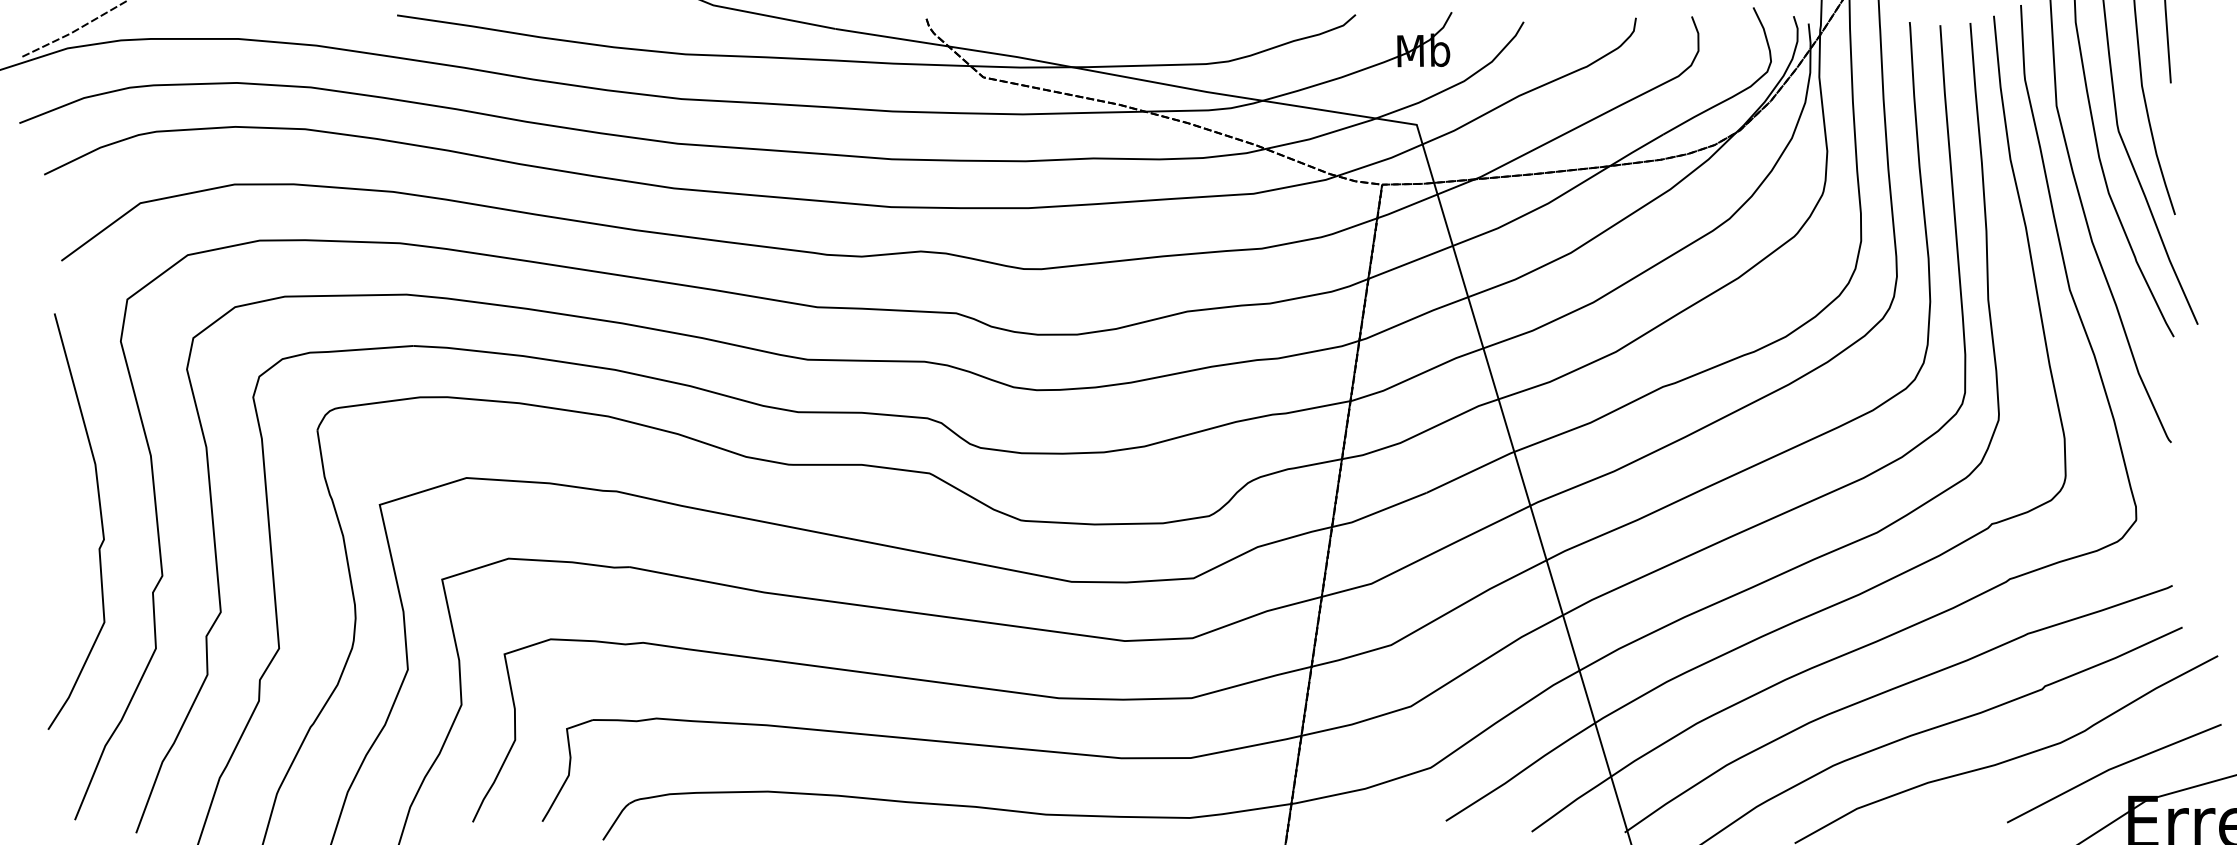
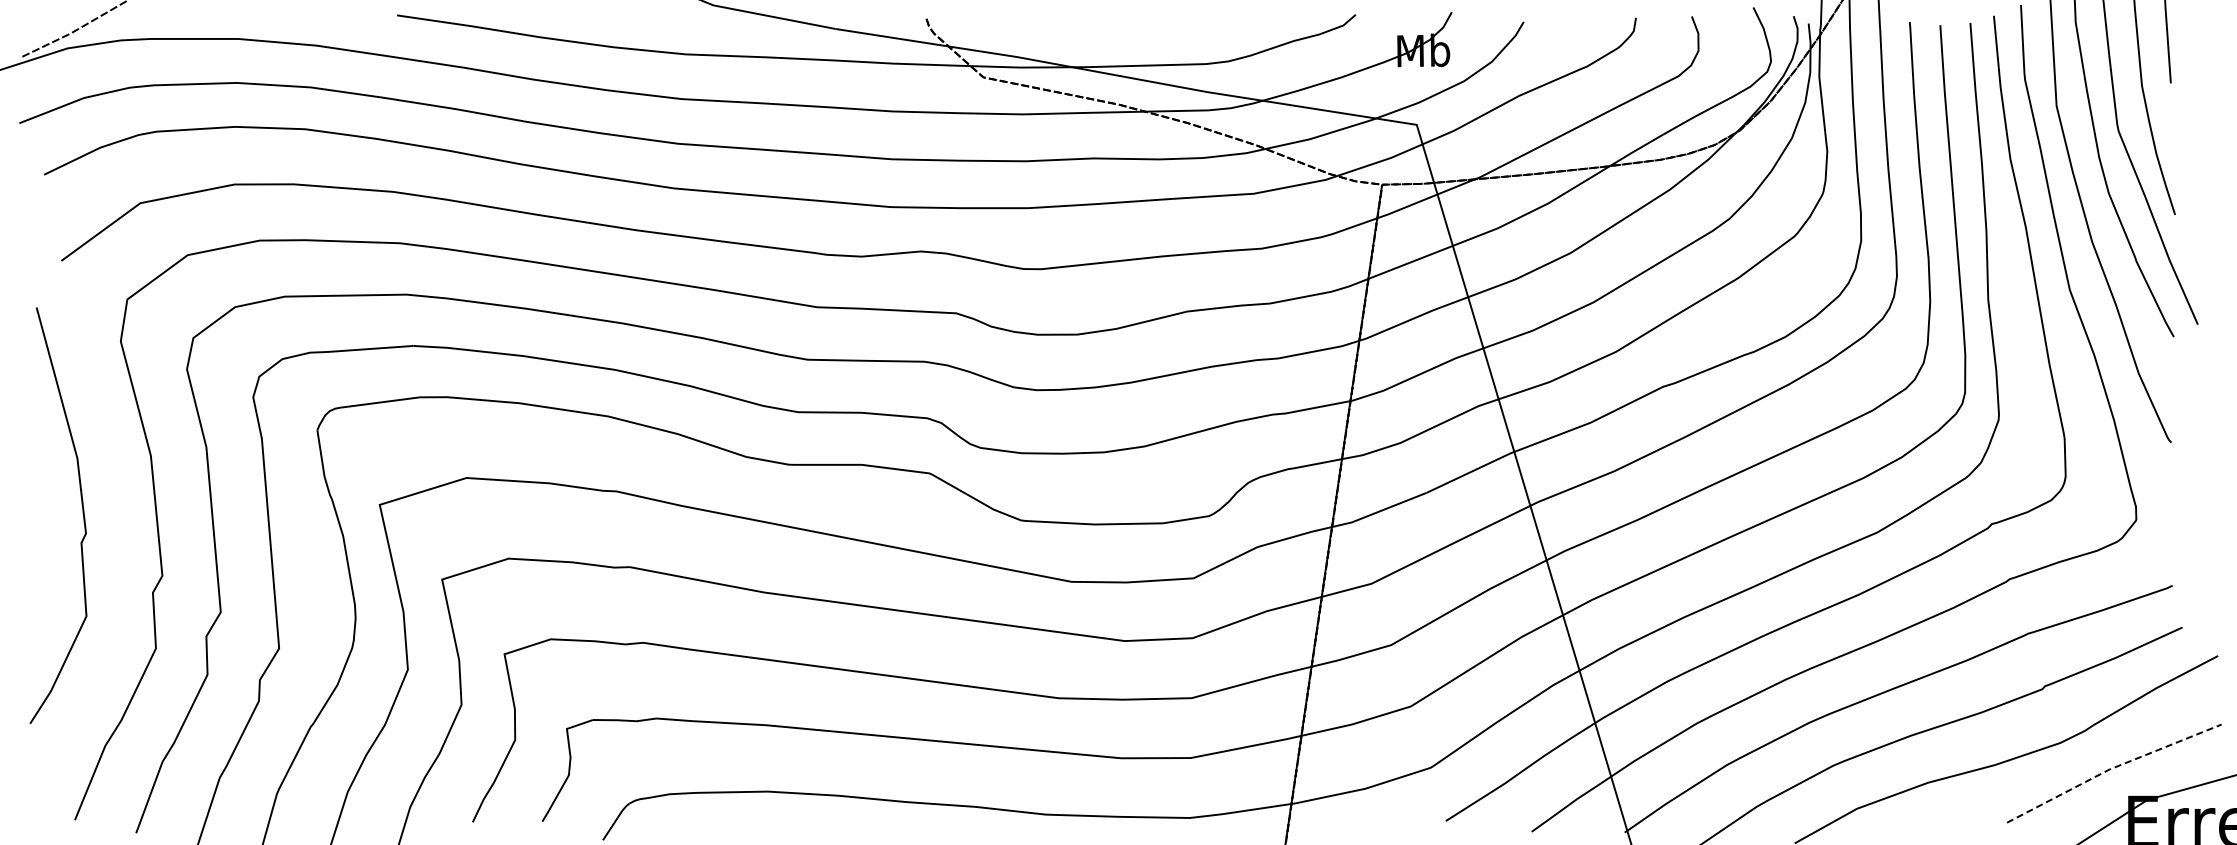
curve at (100, 519) position: (100, 519) -> (82, 513)
line at (2112, 768): solid -> dashed
